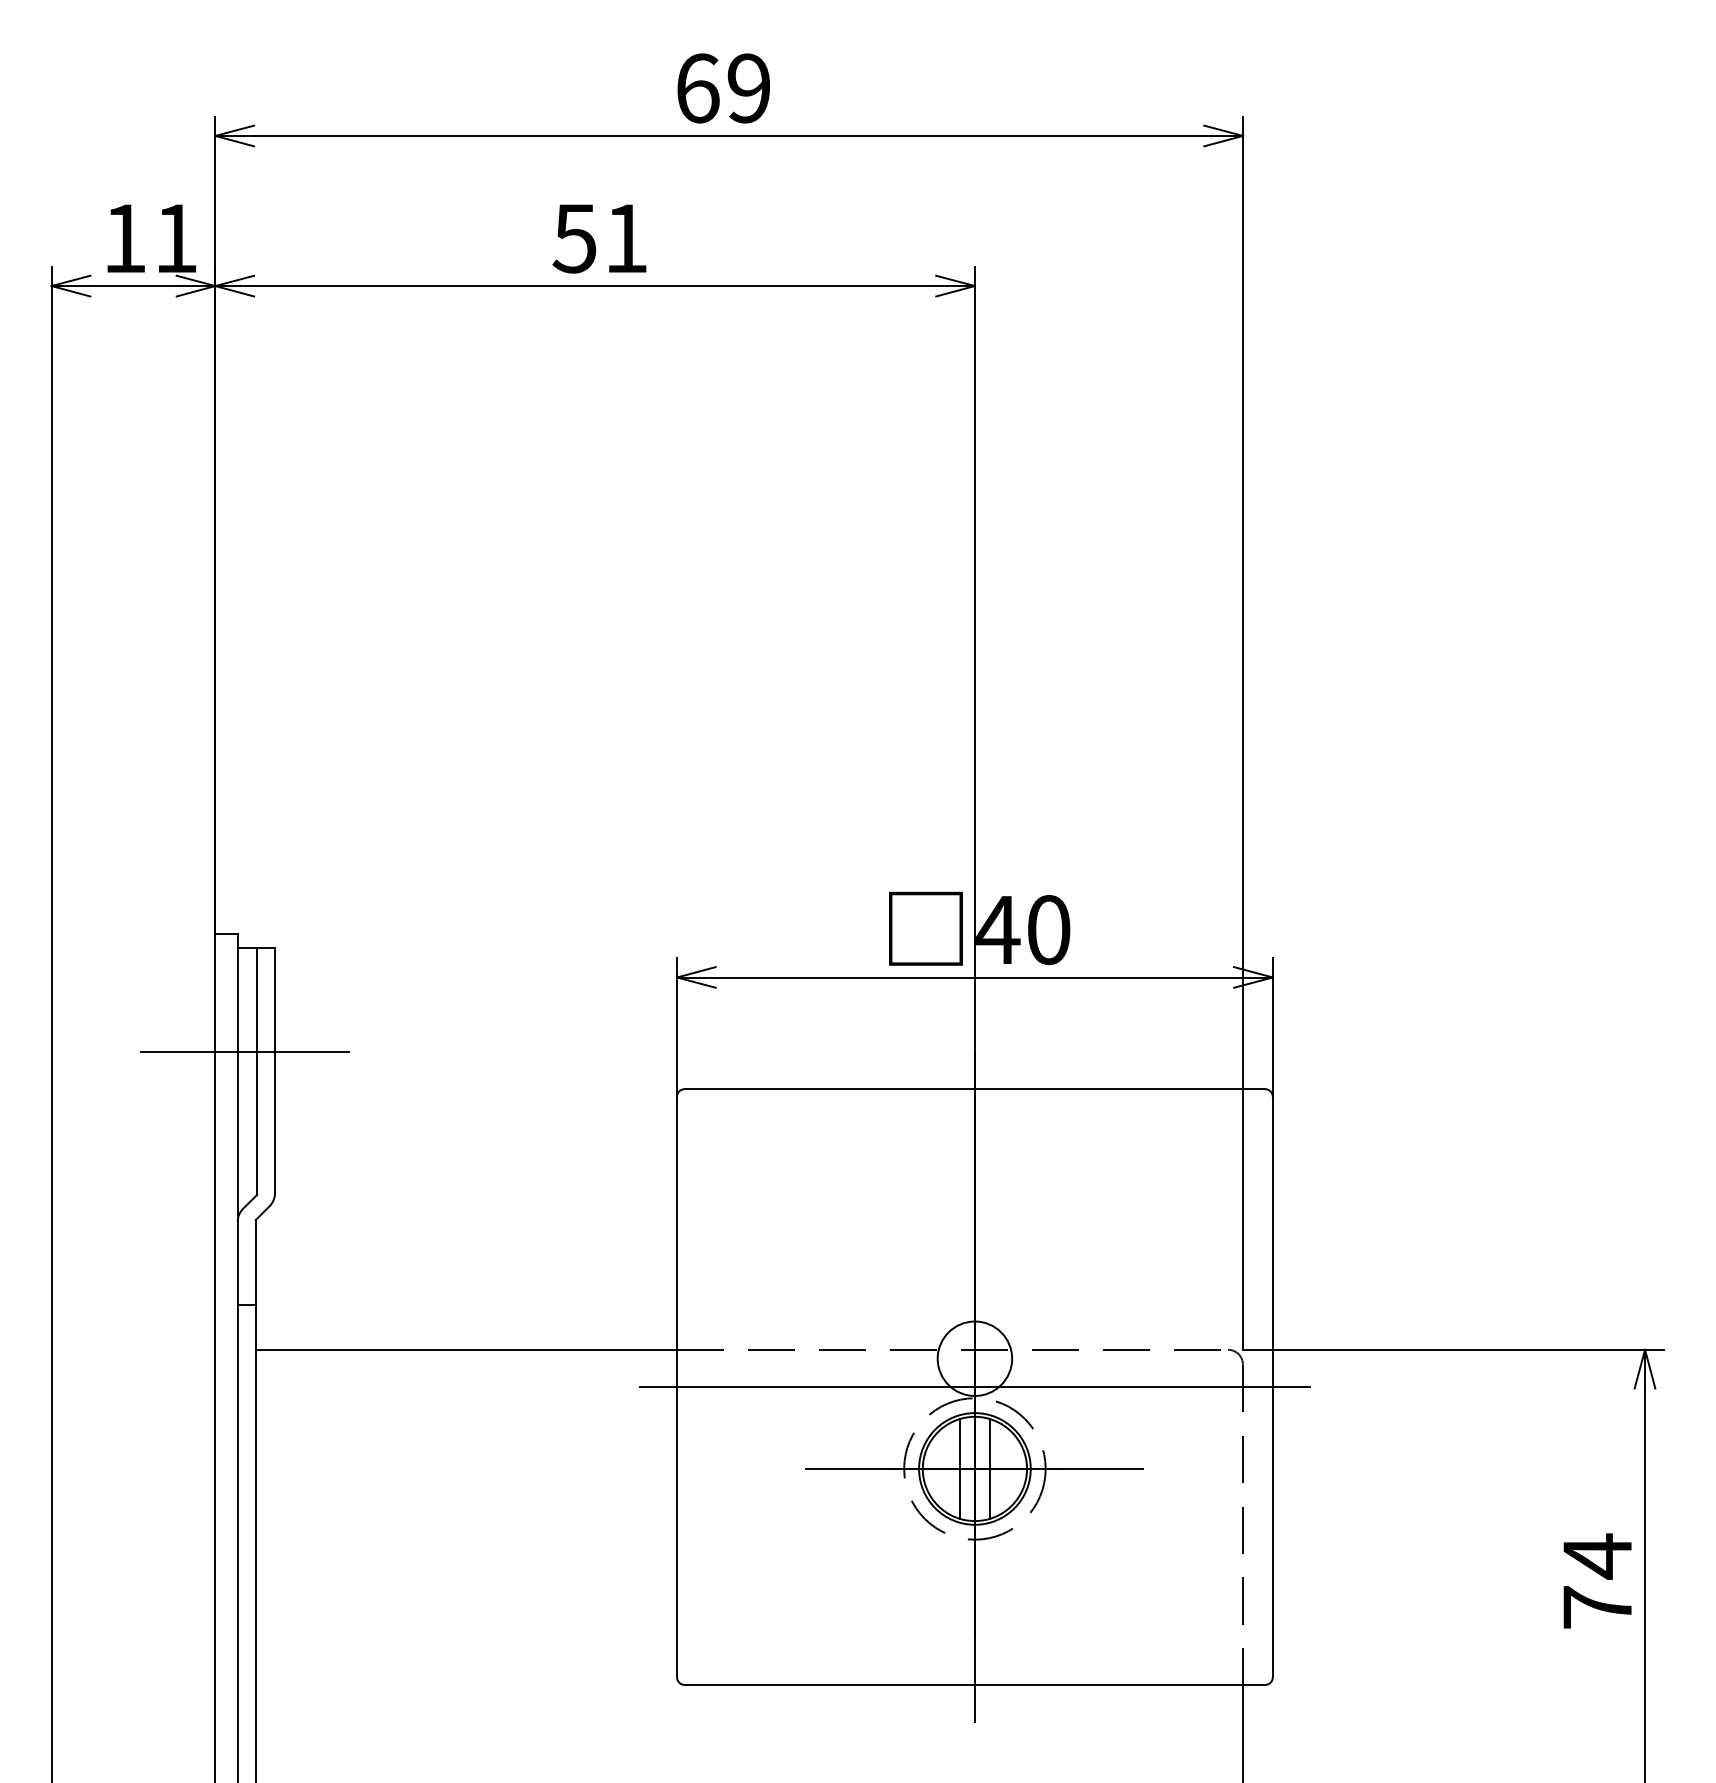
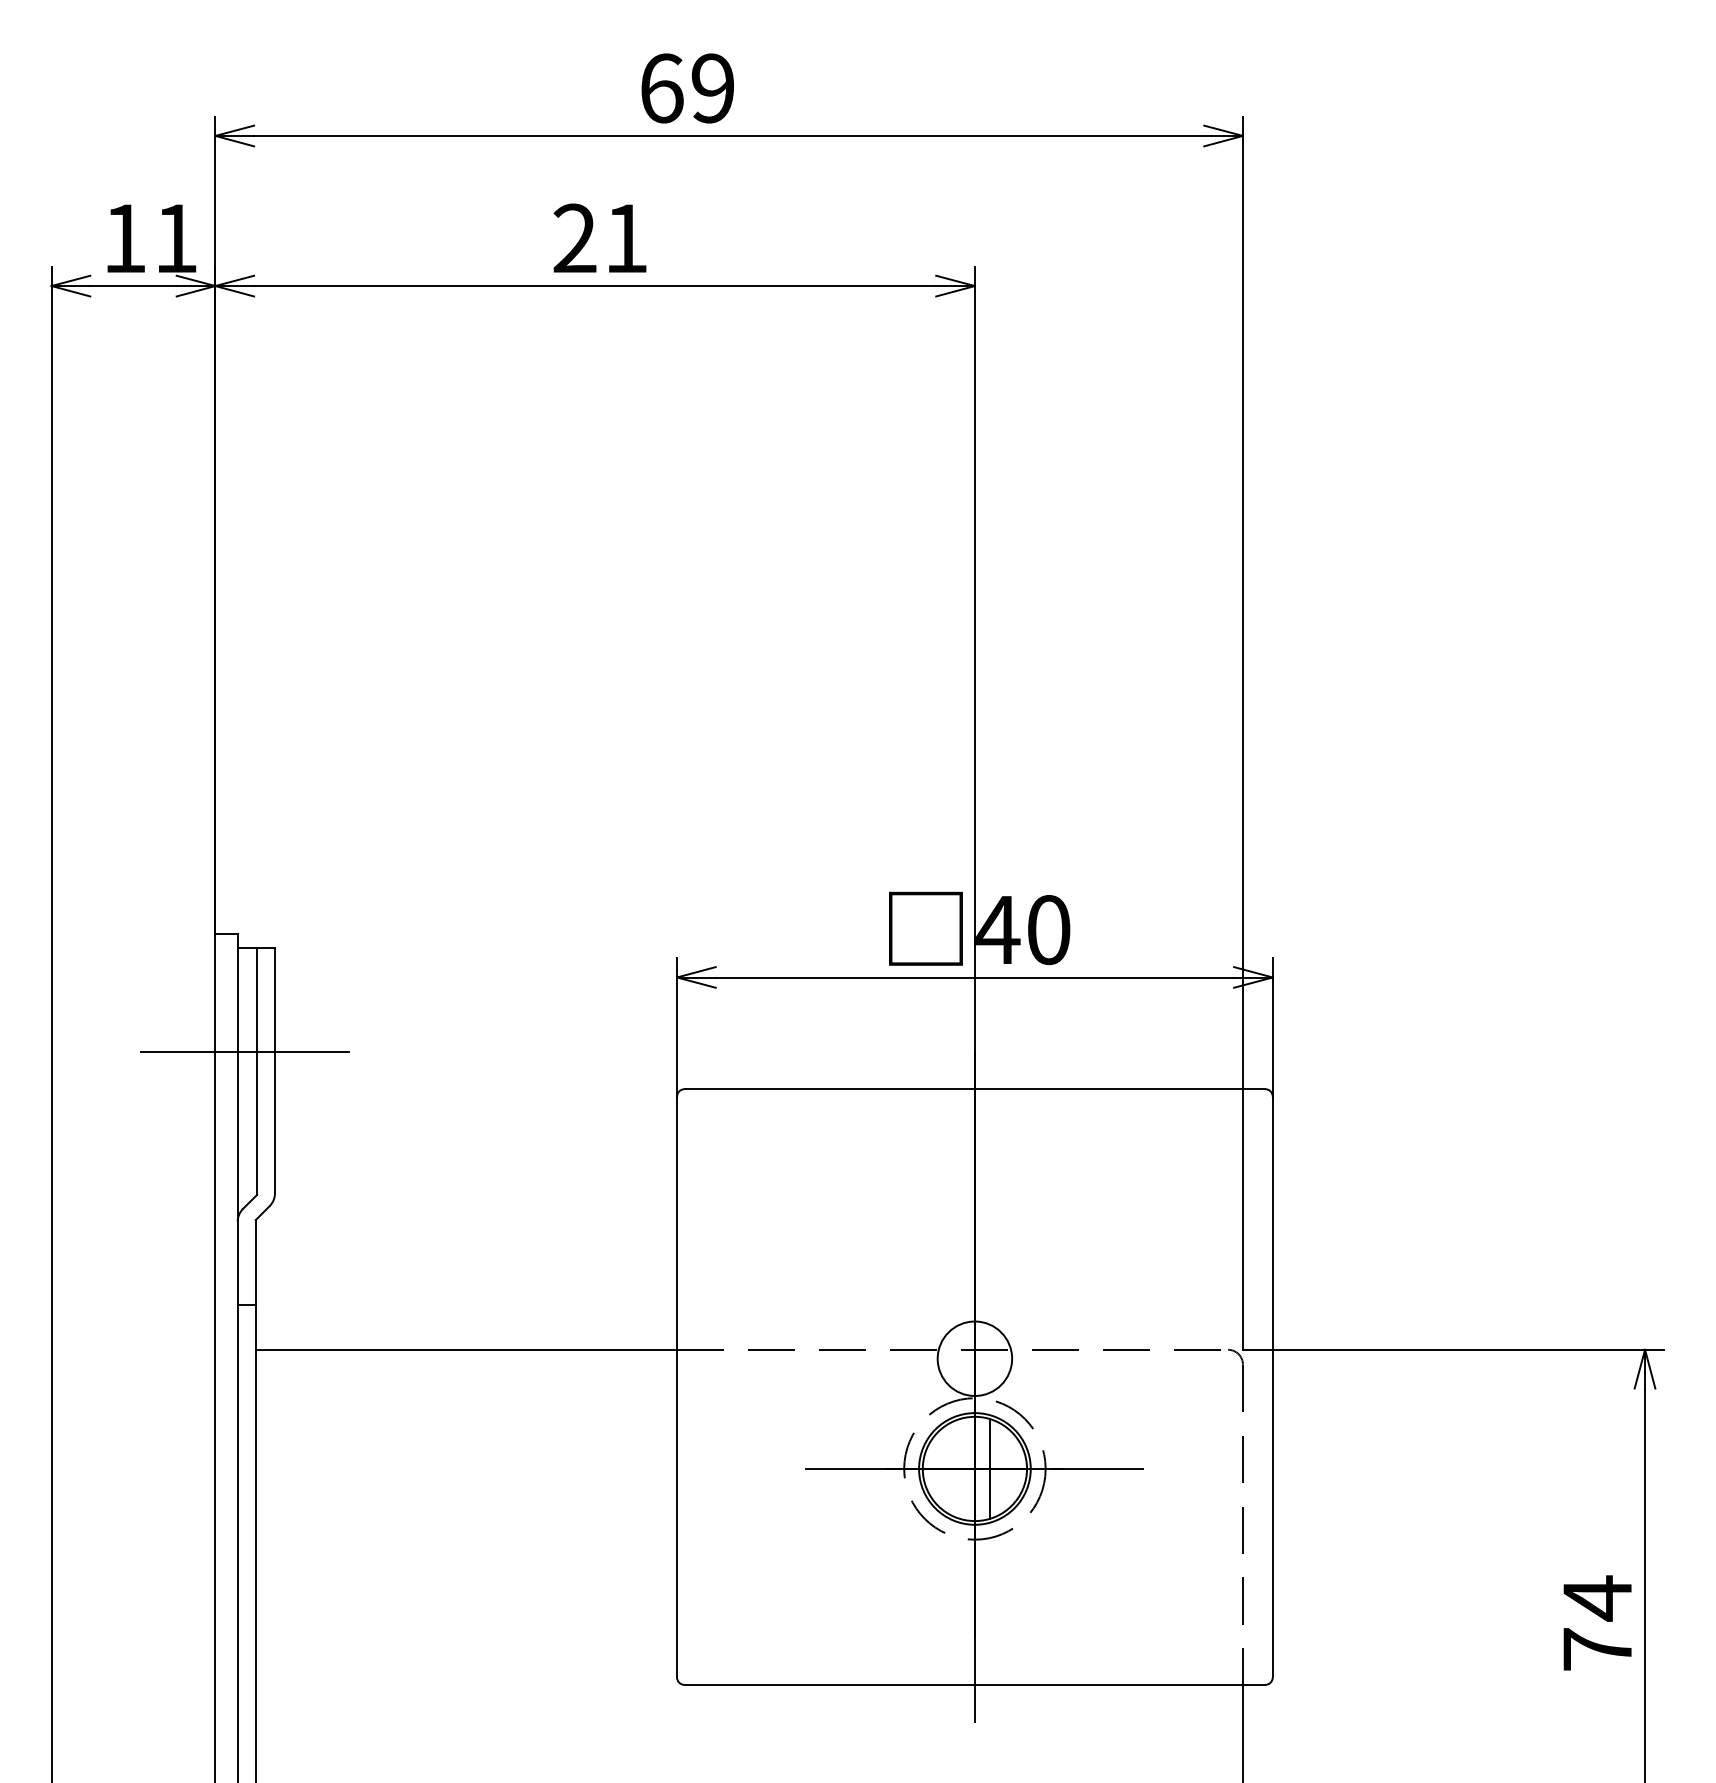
text at (723, 88) position: (723, 88) -> (687, 88)
text at (574, 238): 51 -> 21
line at (974, 1387): present -> none
line at (960, 1468): present -> none
text at (1597, 1580) position: (1597, 1580) -> (1597, 1622)
